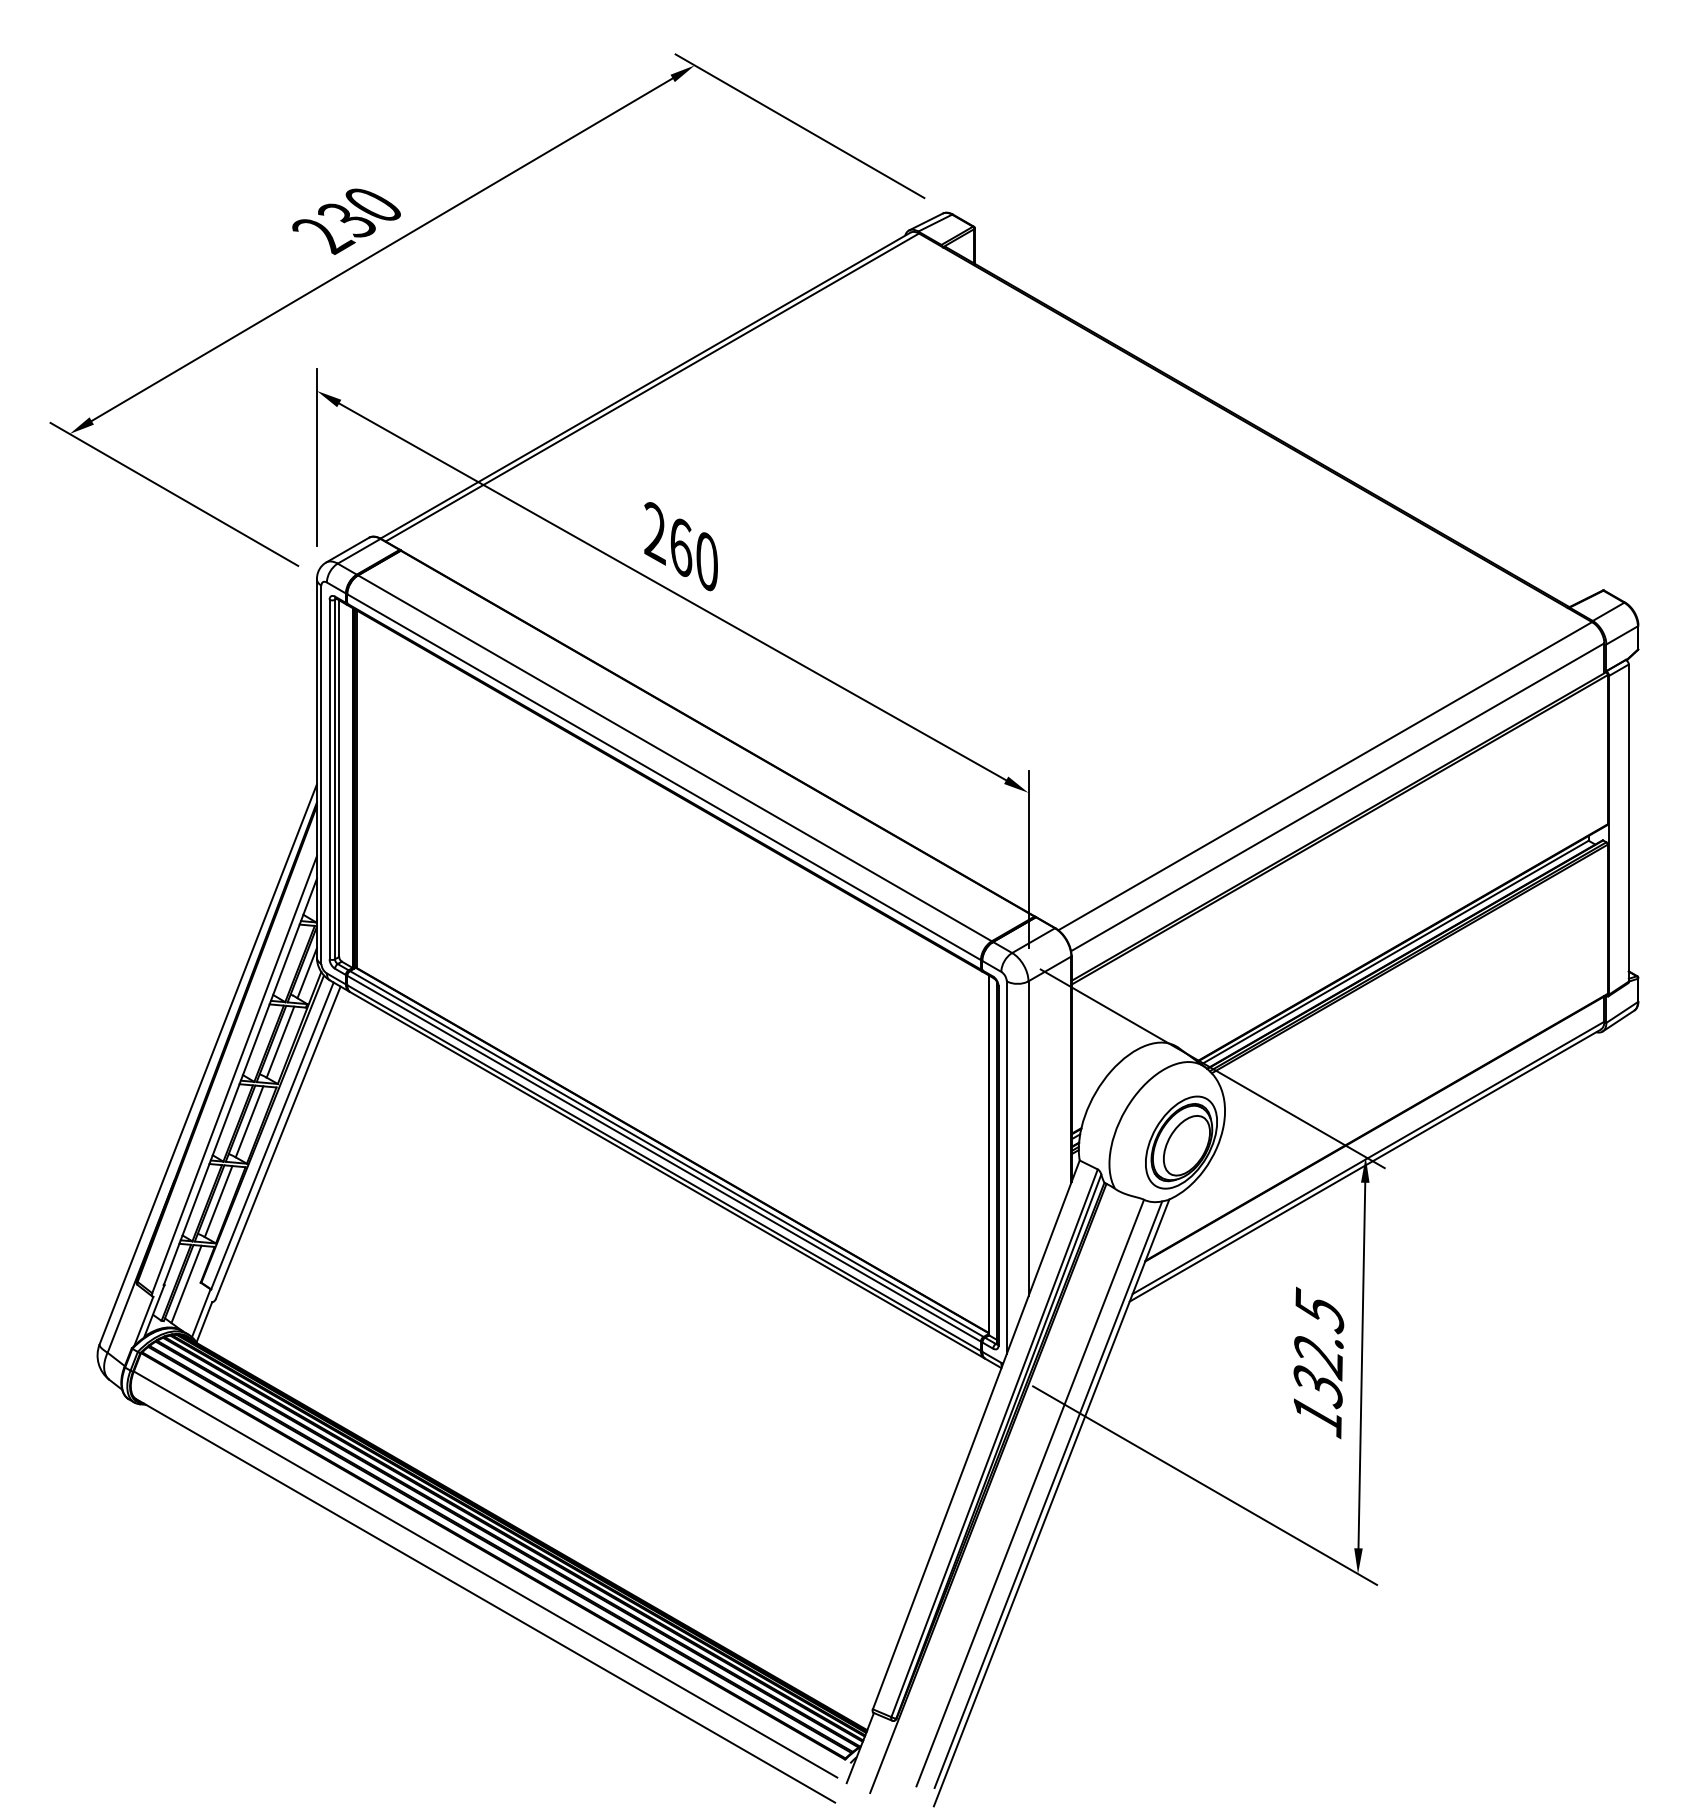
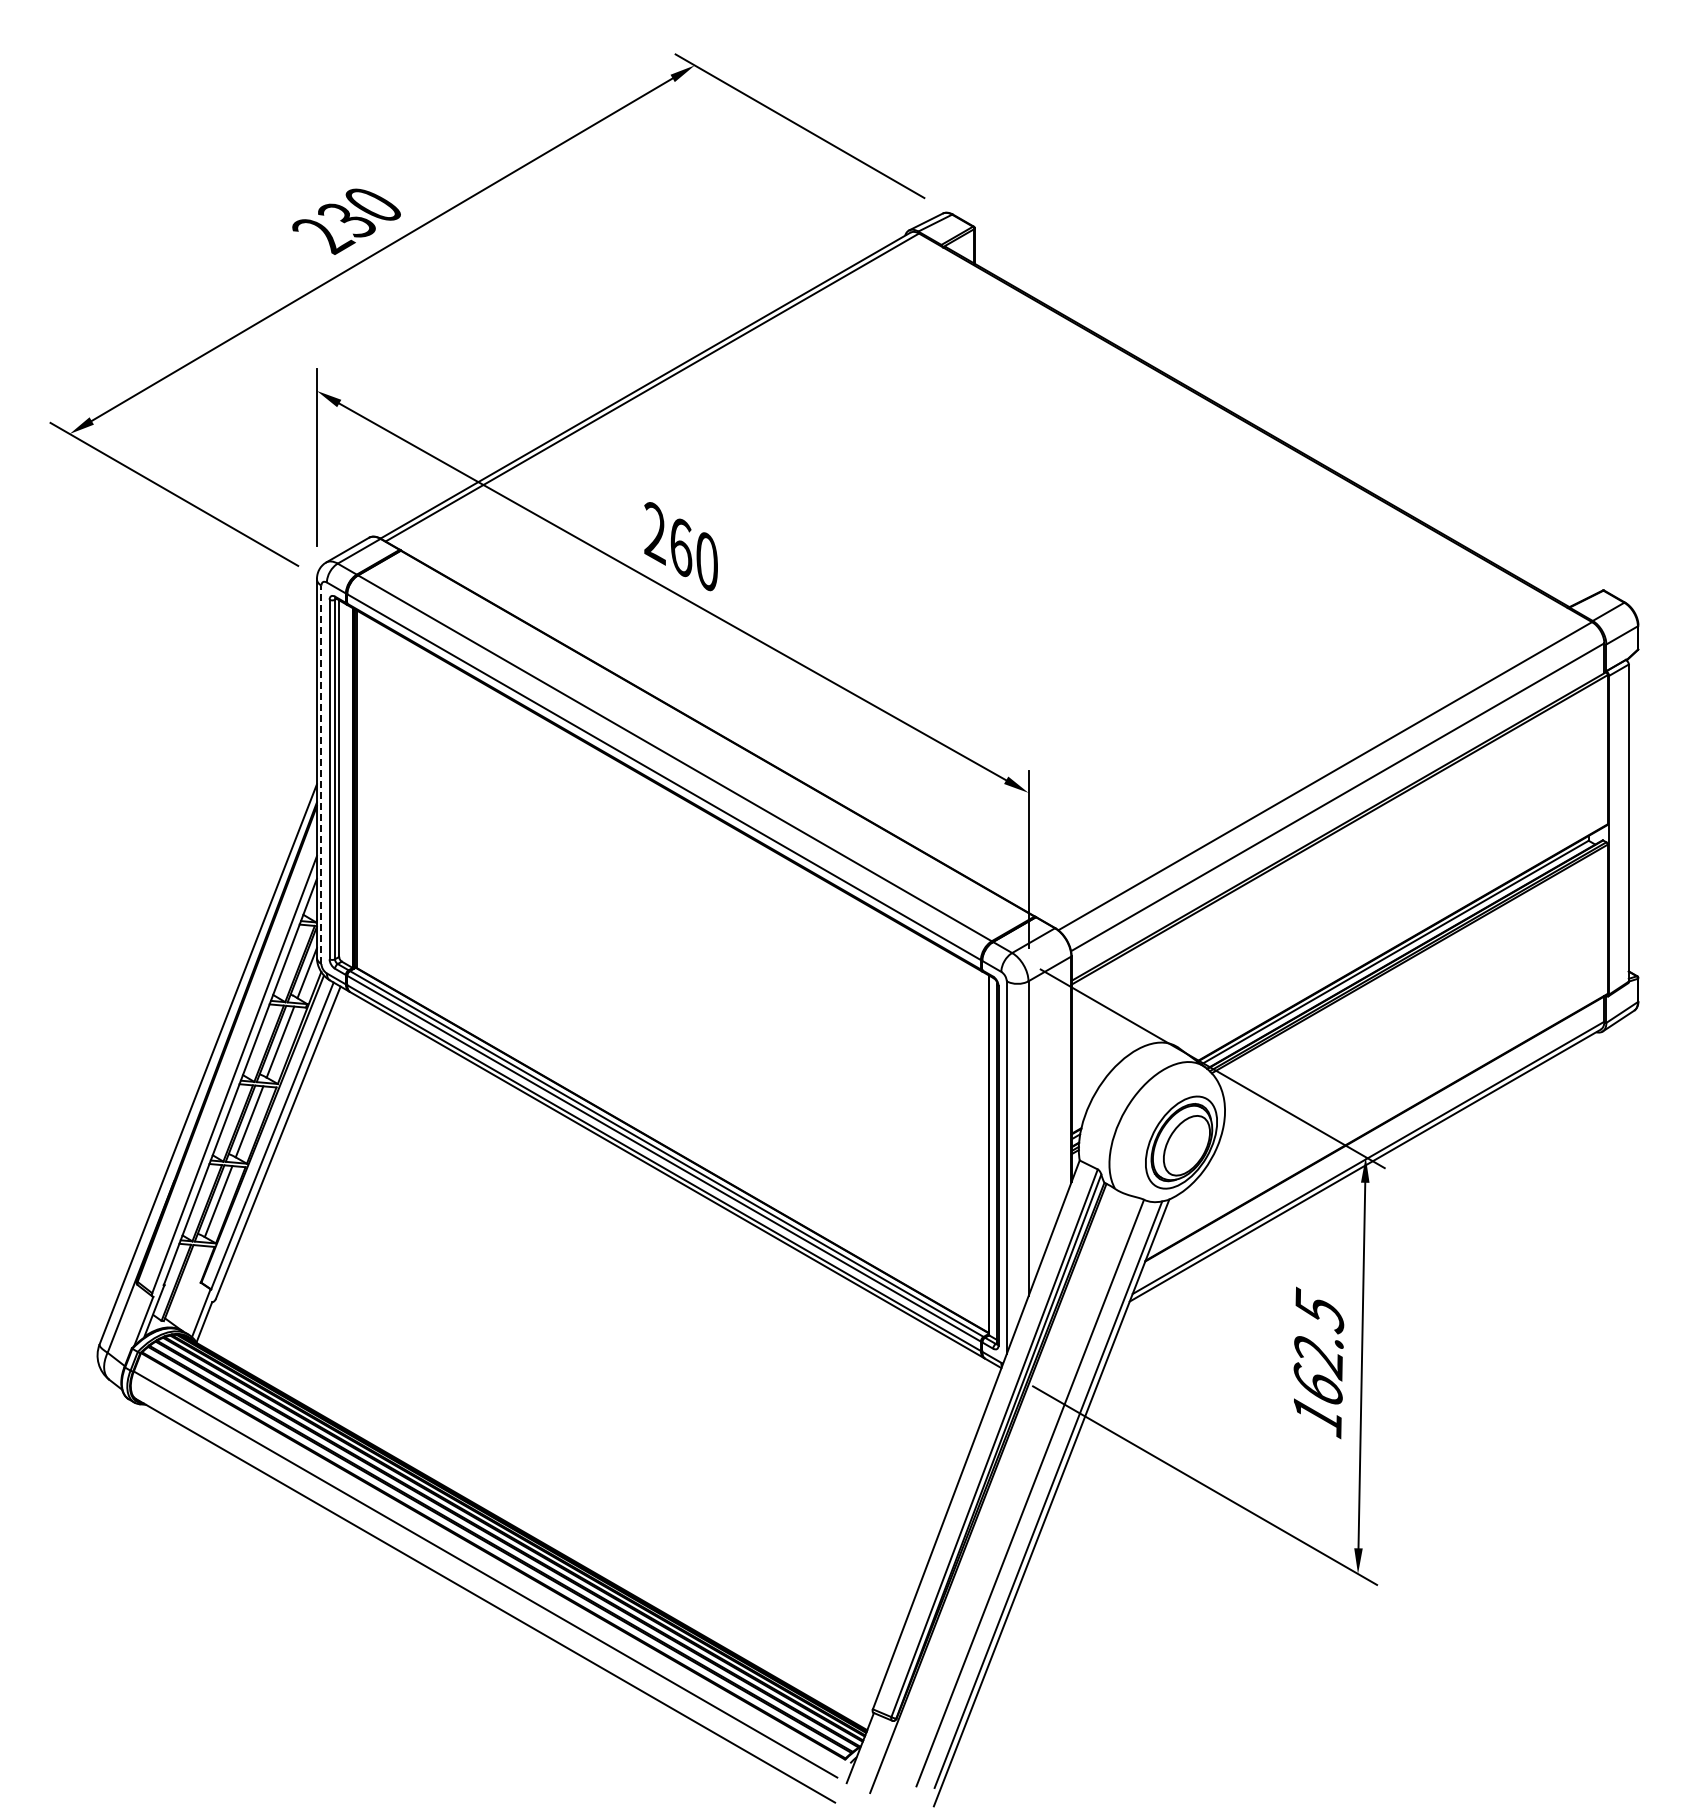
line at (321, 774): solid -> dashed
line at (186, 1284): present -> none
text at (1317, 1385): 132.5 -> 162.5
